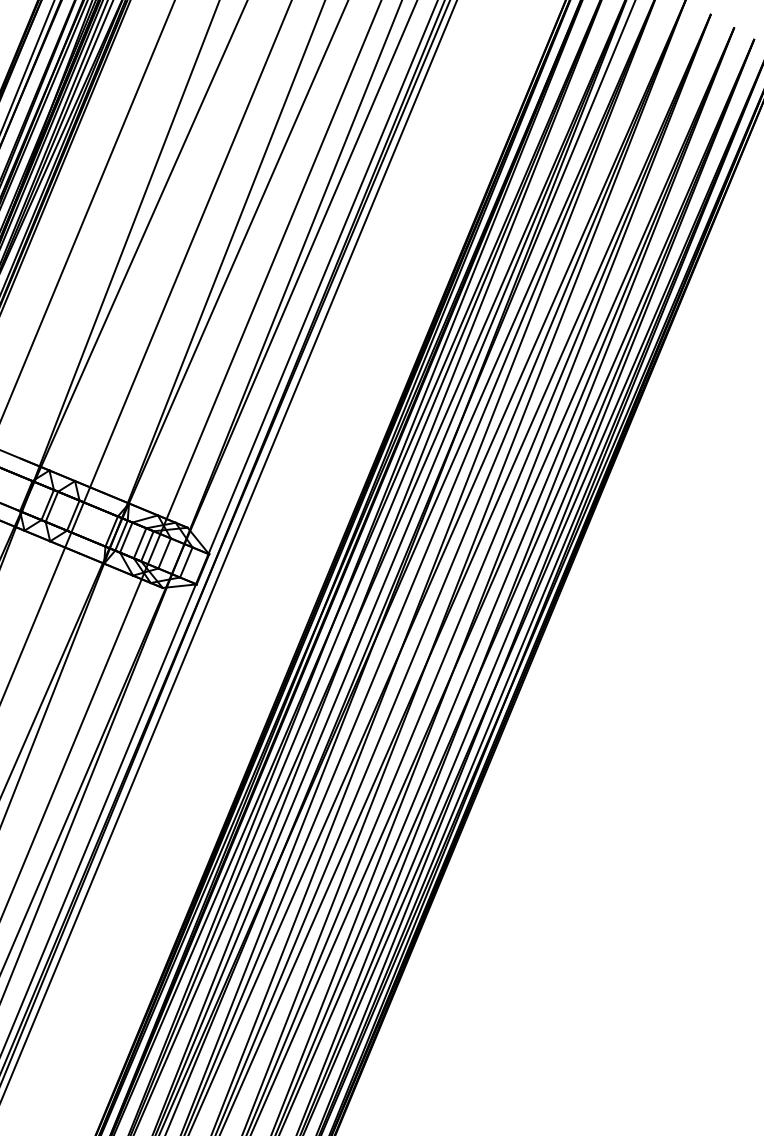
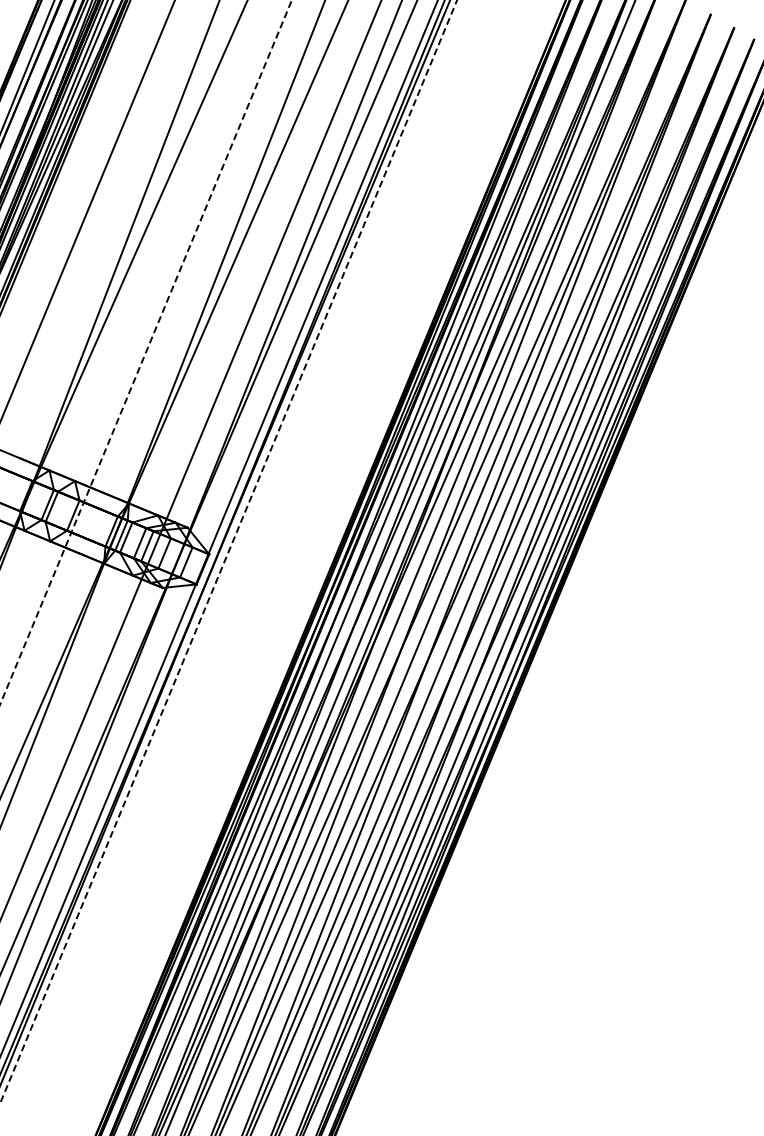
line at (146, 352): solid -> dashed
line at (228, 551): solid -> dashed
